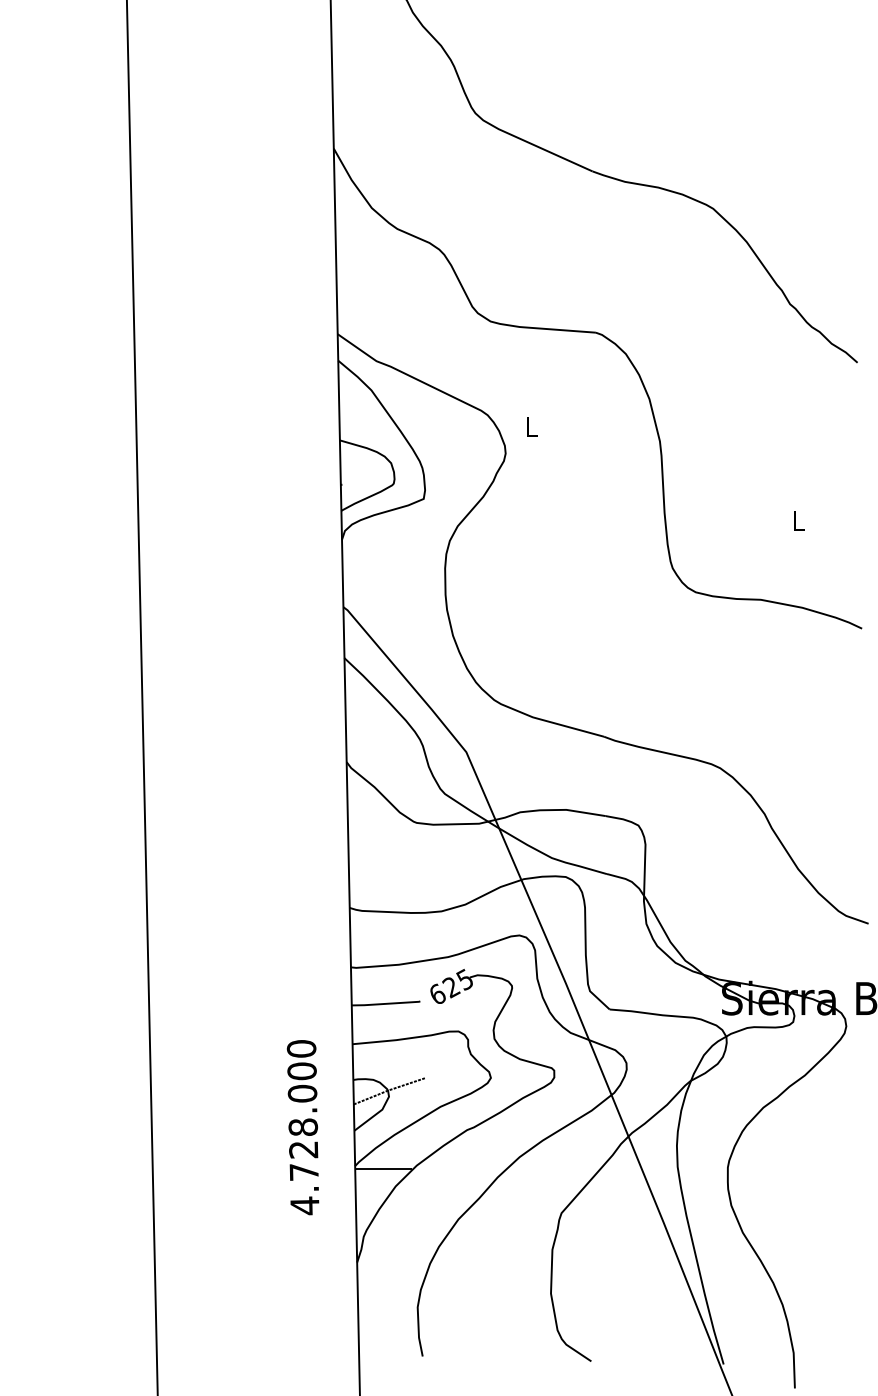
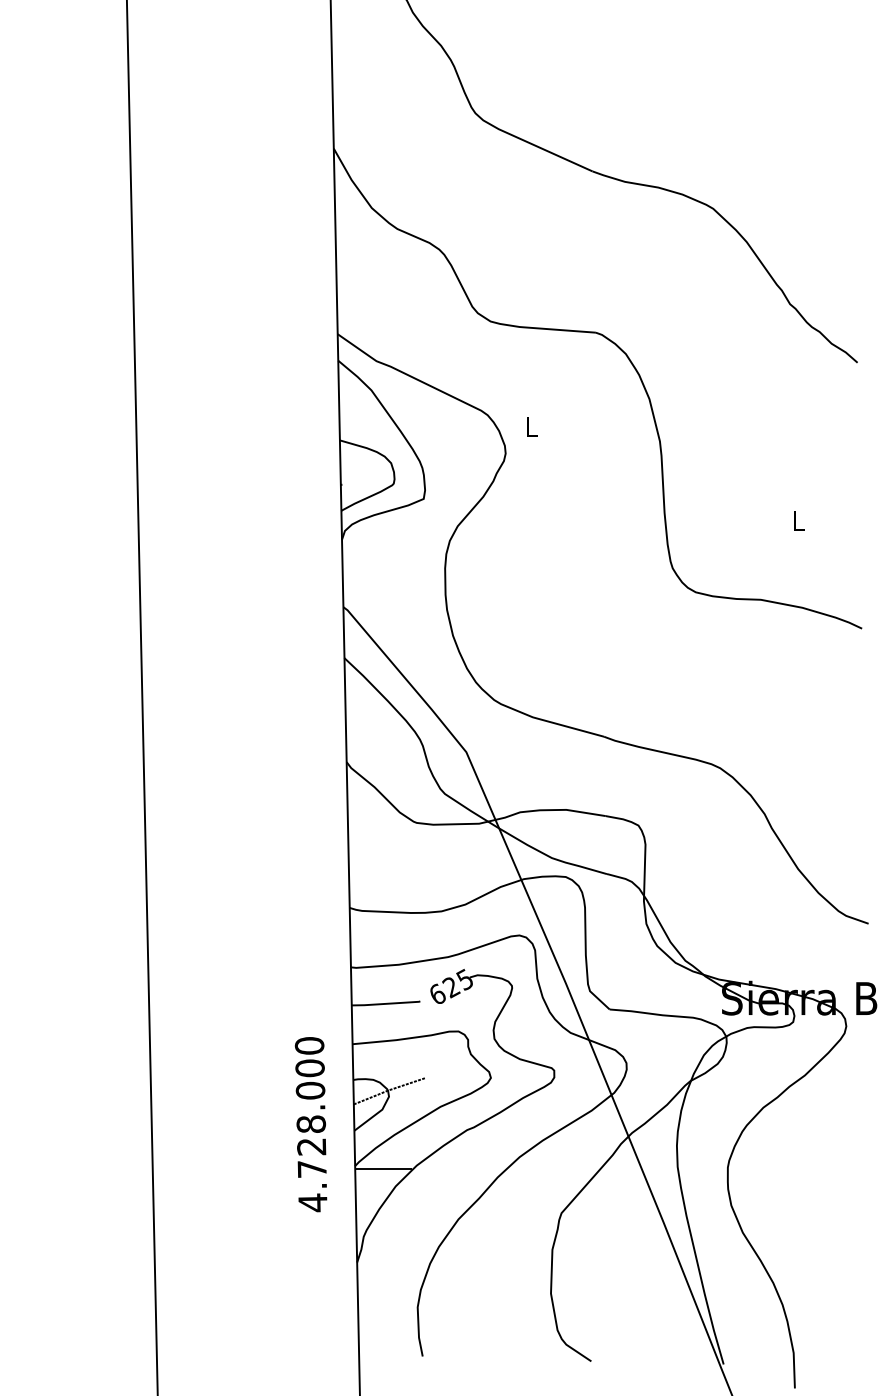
text at (302, 1127) position: (302, 1127) -> (310, 1124)
